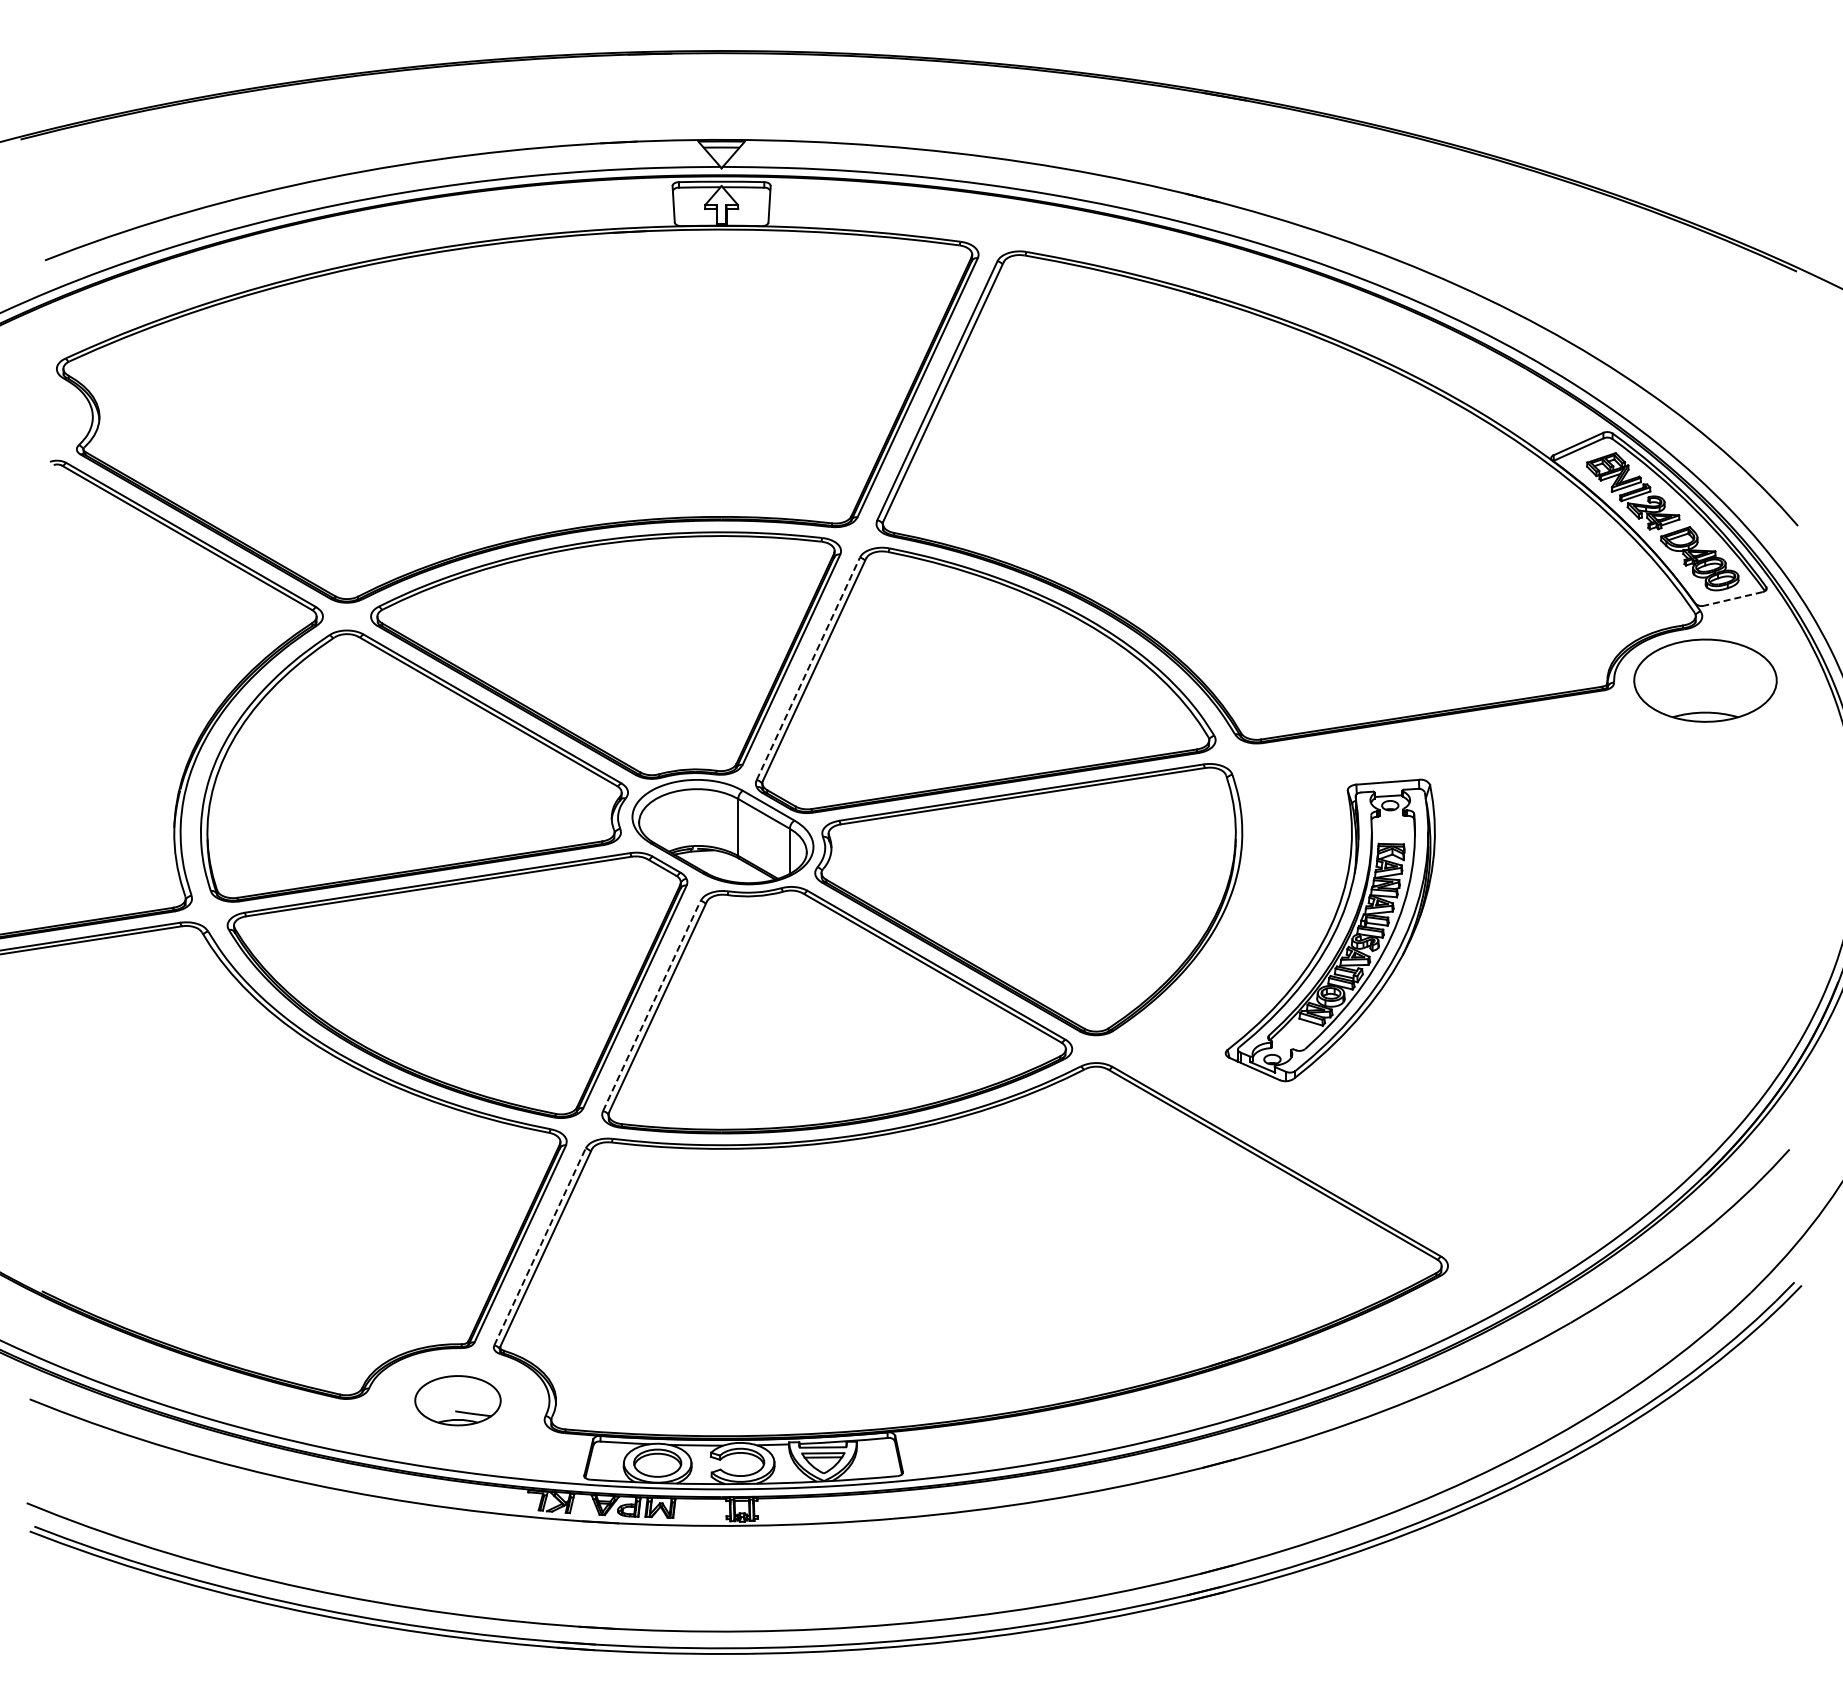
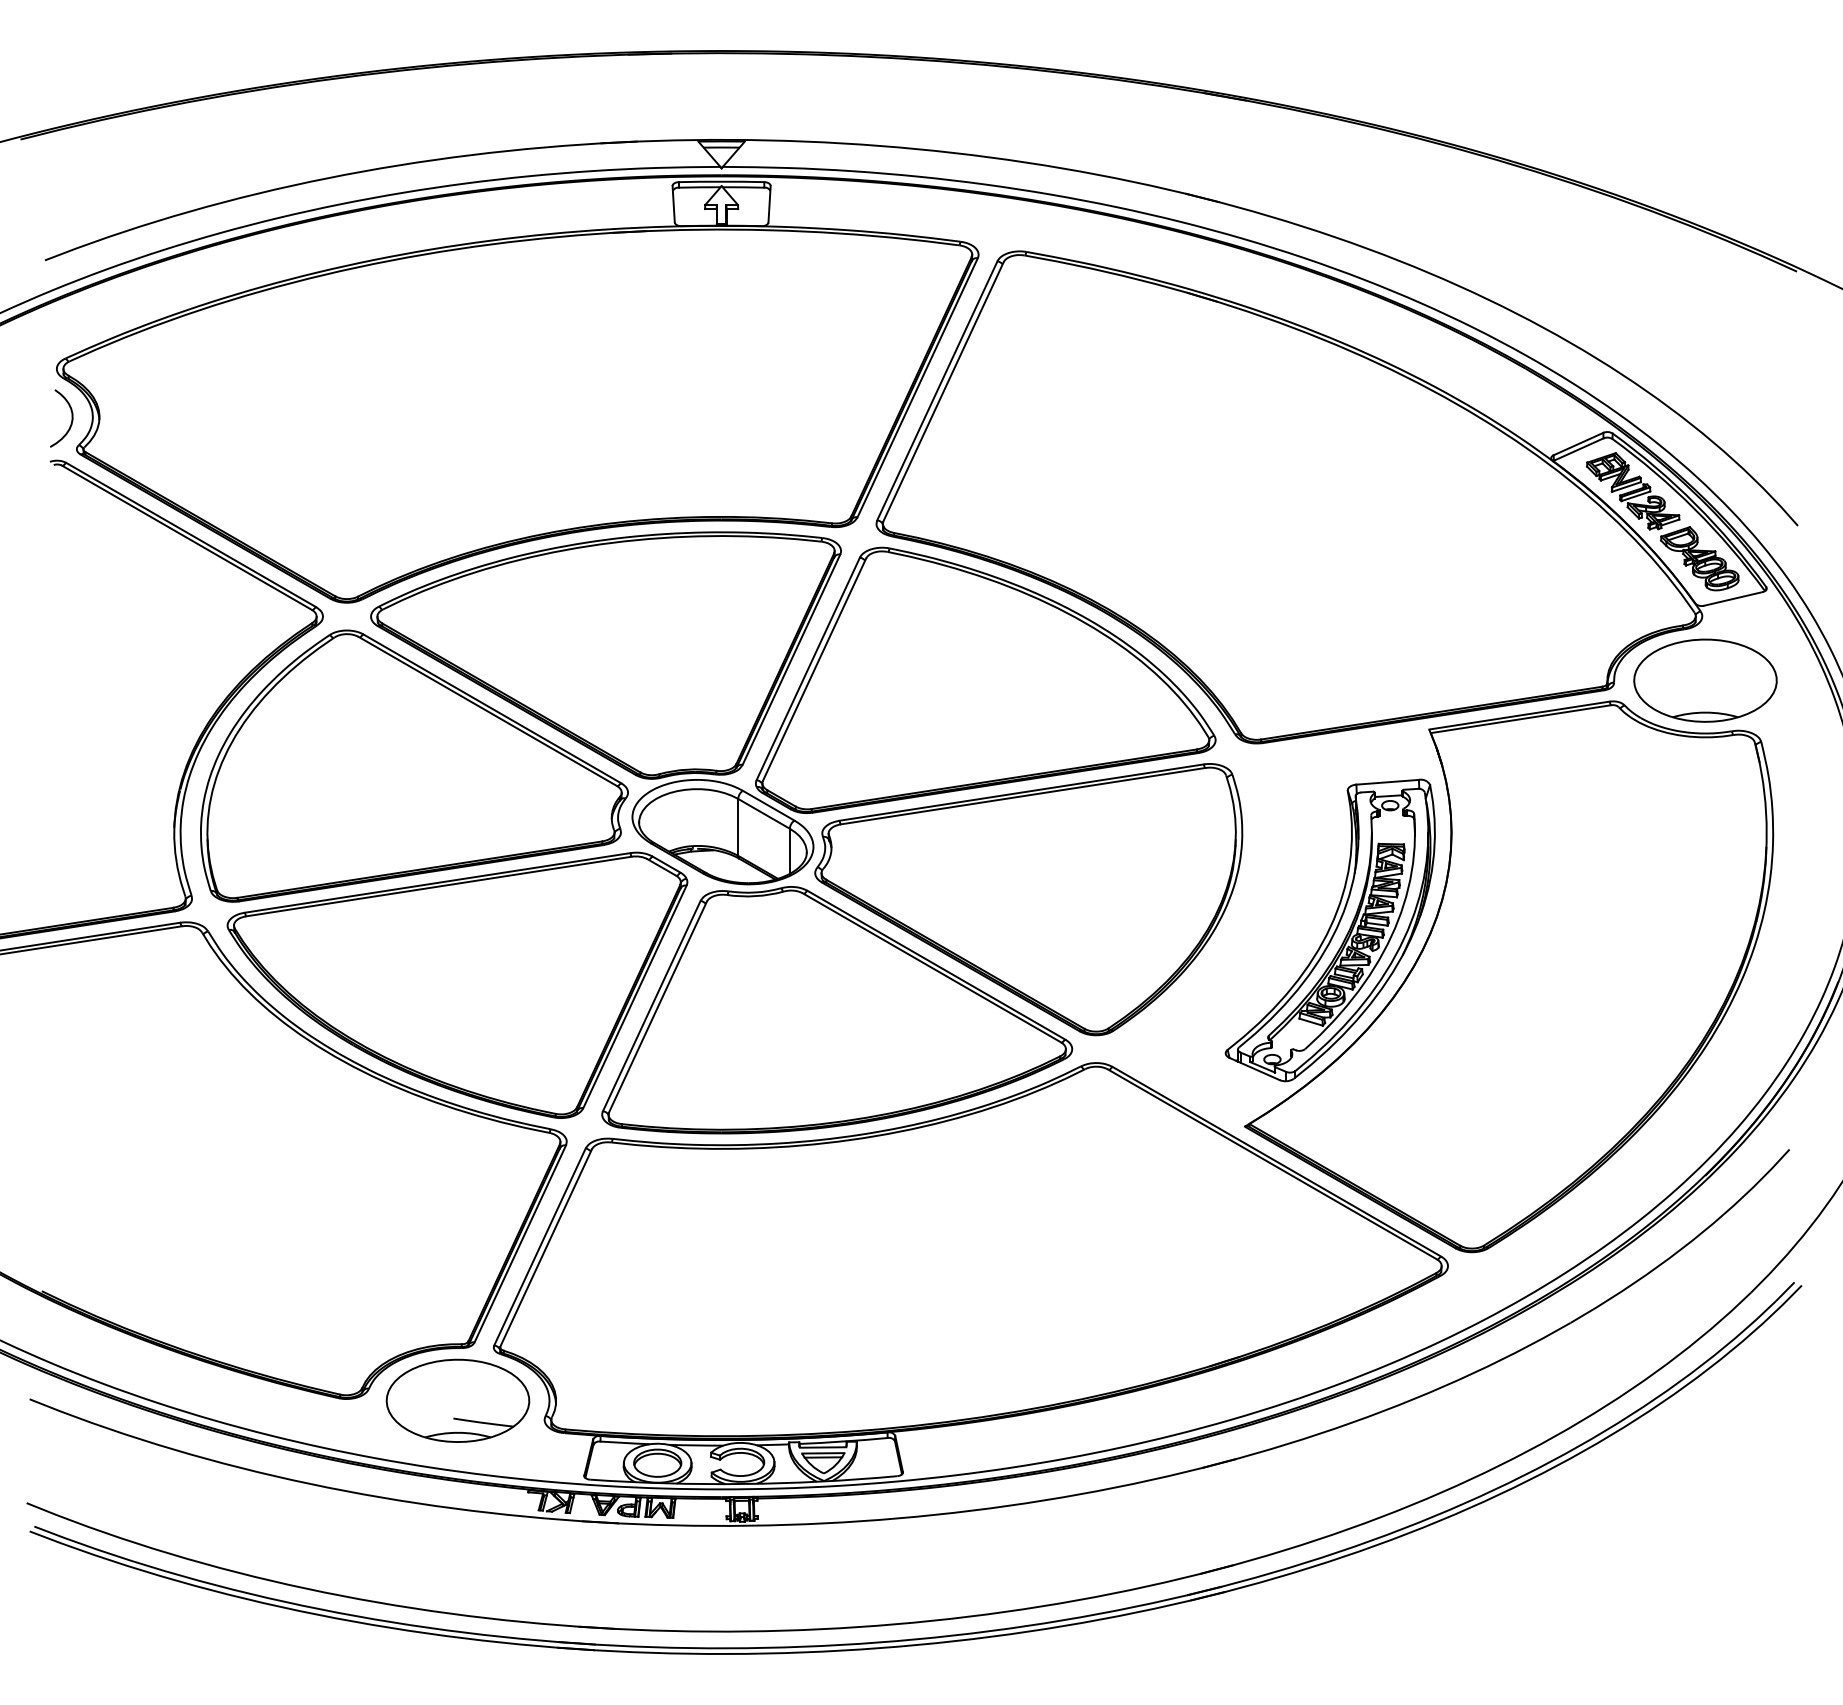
curve at (71, 418): none -> present
line at (1732, 599): dashed -> solid
line at (808, 668): dashed -> solid
part at (1509, 976): none -> present
line at (651, 1006): dashed -> solid
line at (539, 1247): dashed -> solid
part at (457, 1400) size: 88x52 px -> 146x85 px
